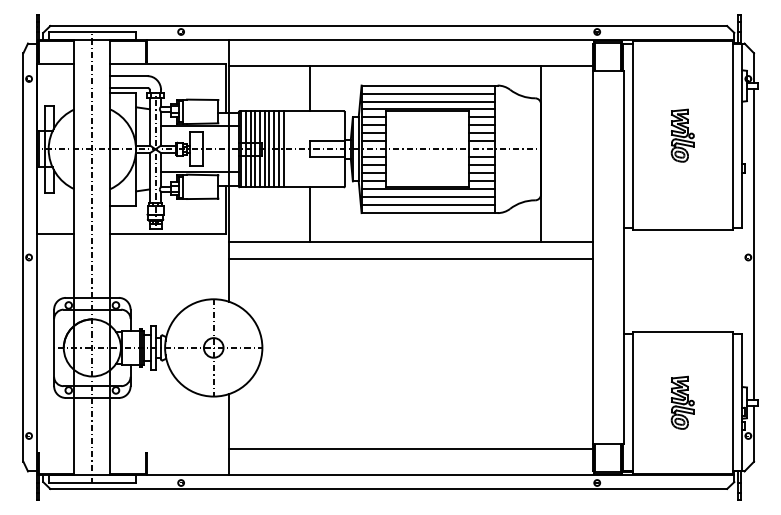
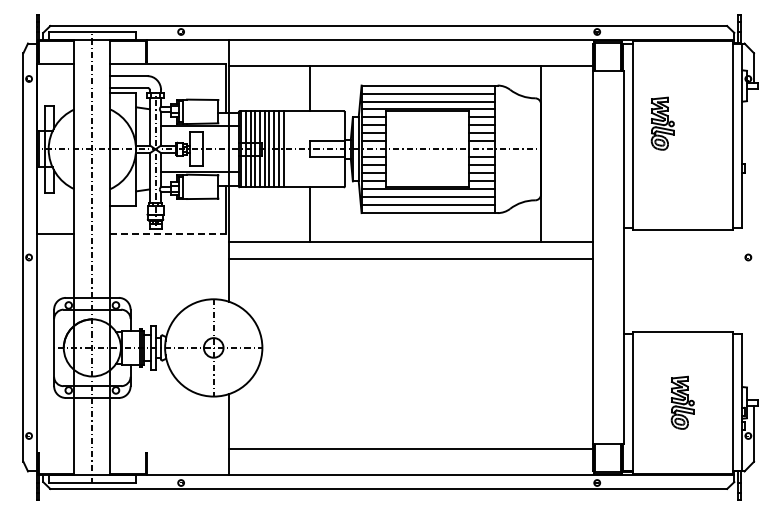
part at (682, 135) position: (682, 135) -> (662, 123)
line at (168, 234): solid -> dashed
line at (754, 244): present -> none
